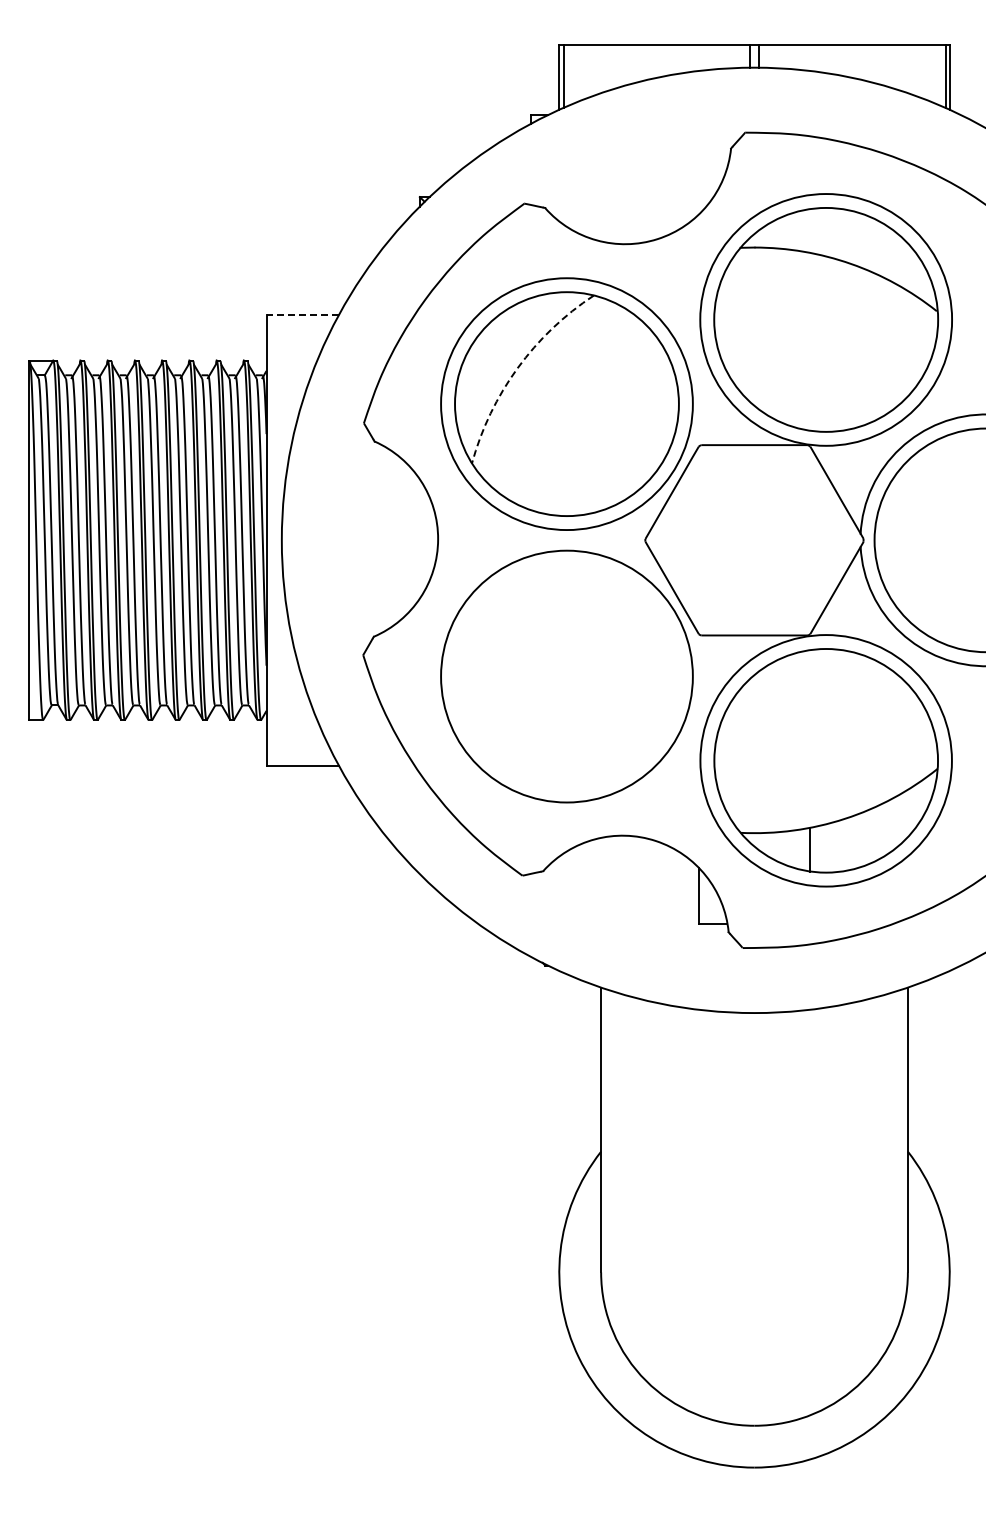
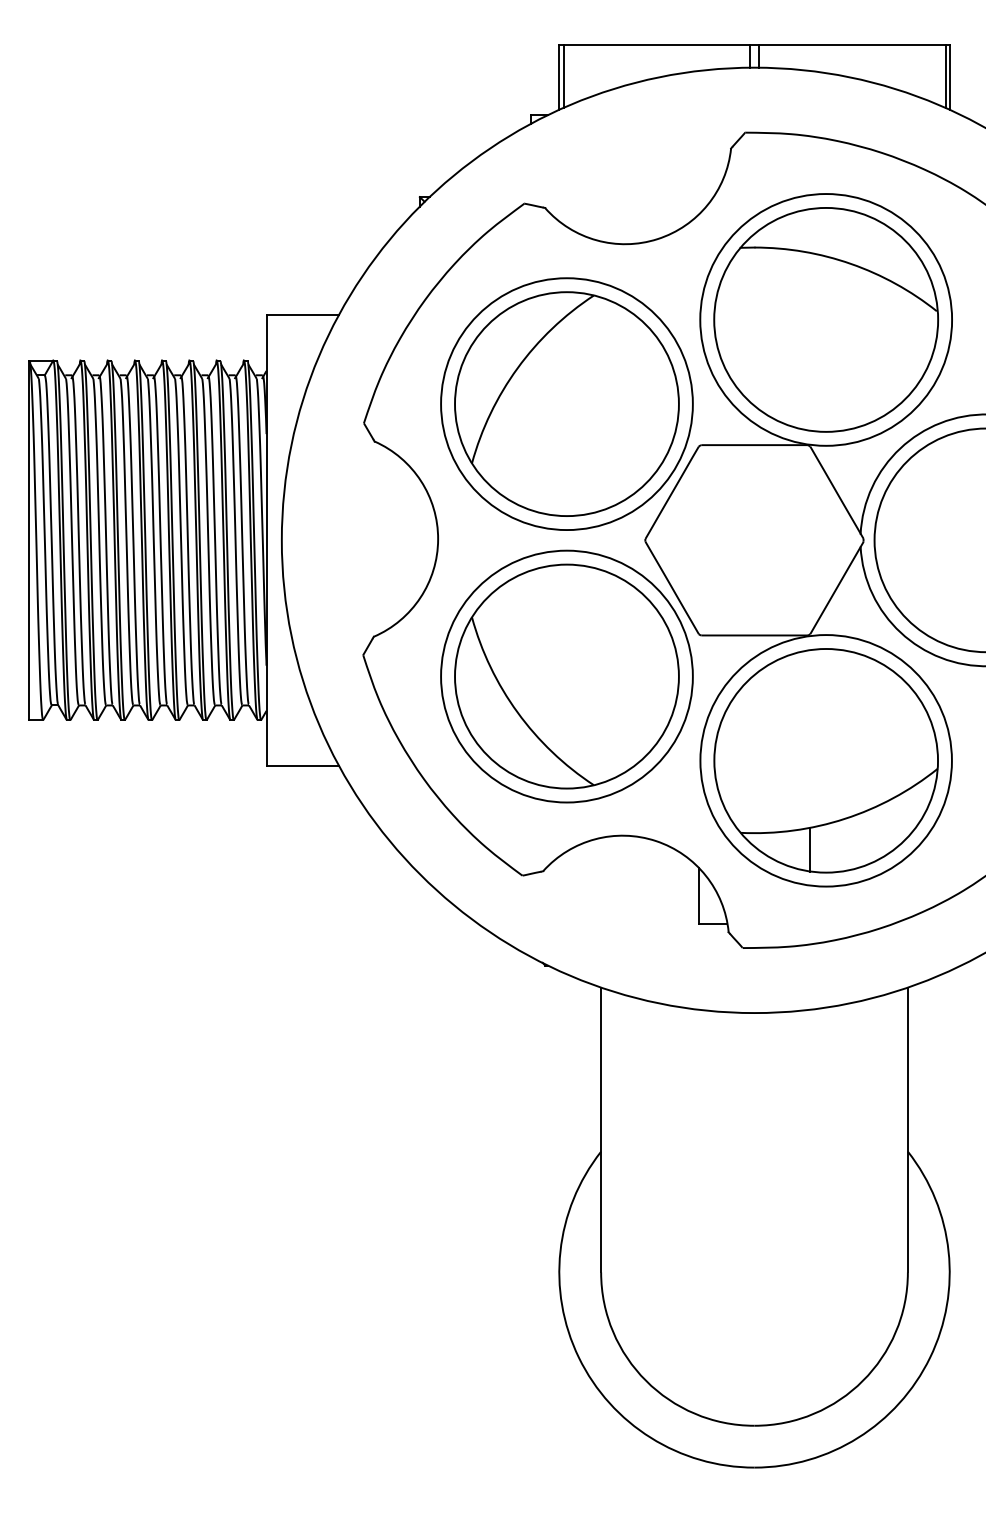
line at (302, 315): dashed -> solid
arc at (517, 368): dashed -> solid
part at (566, 676): none -> present
